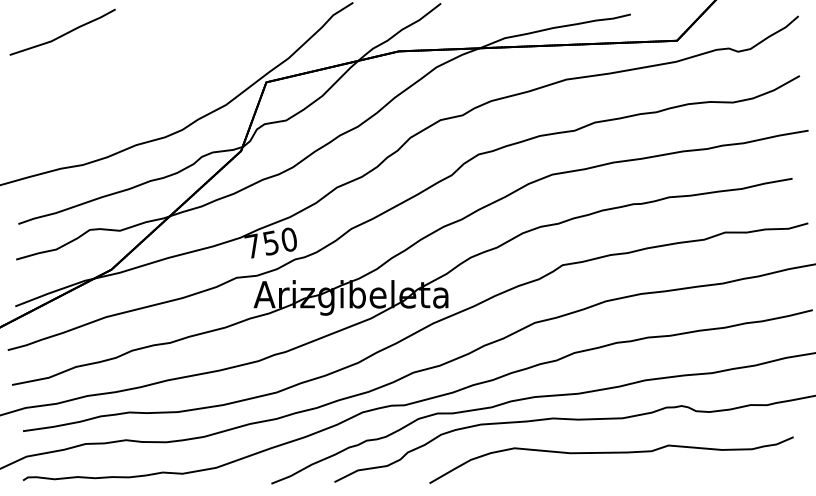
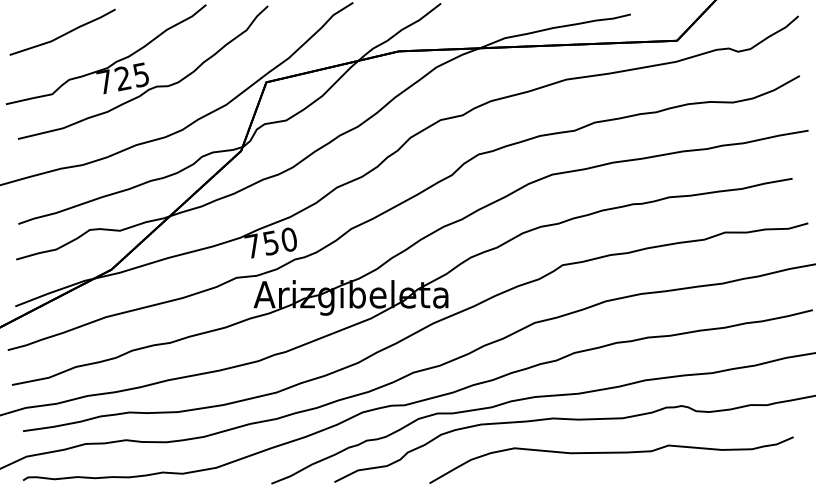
part at (136, 71): none -> present
